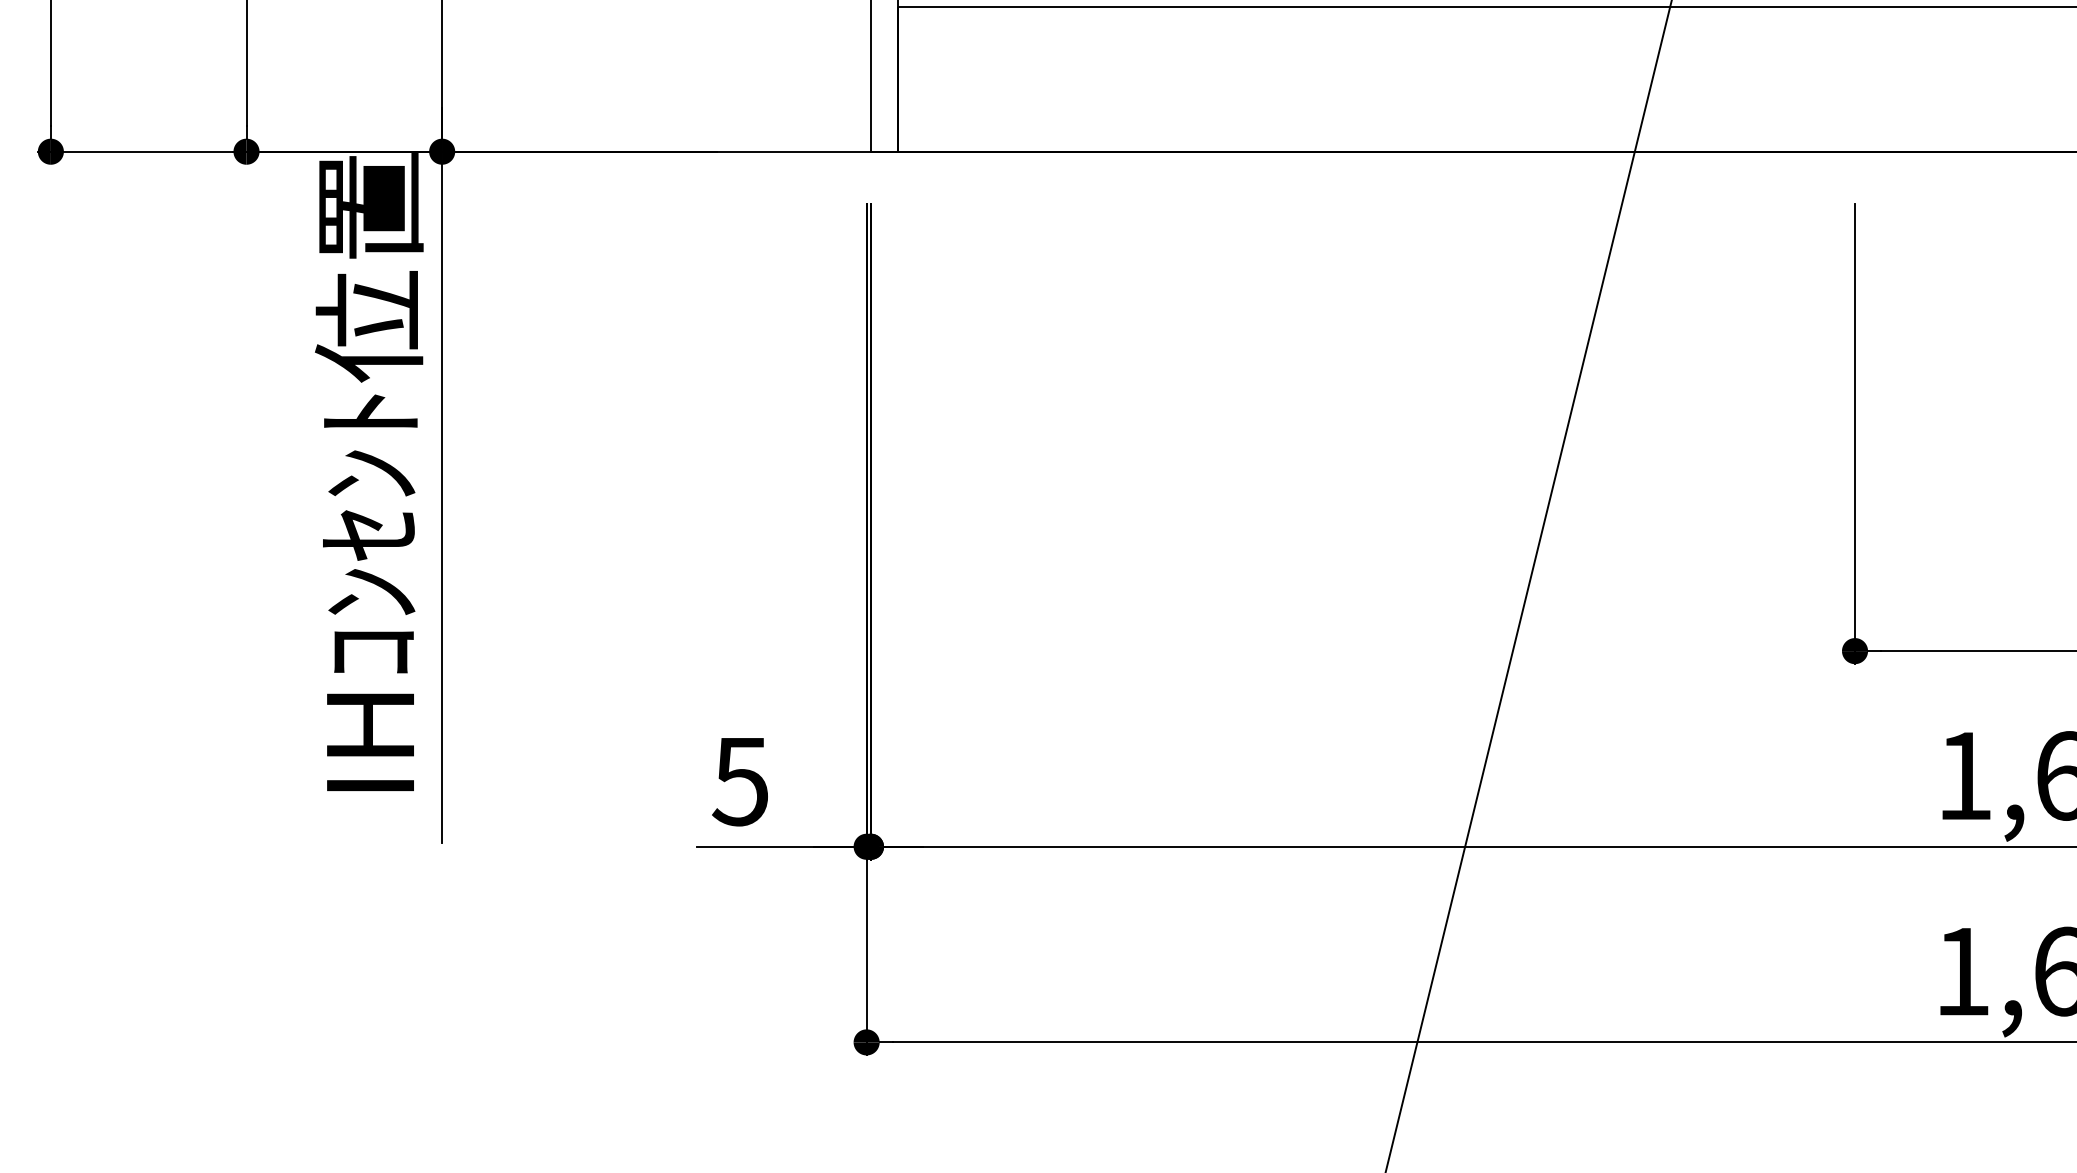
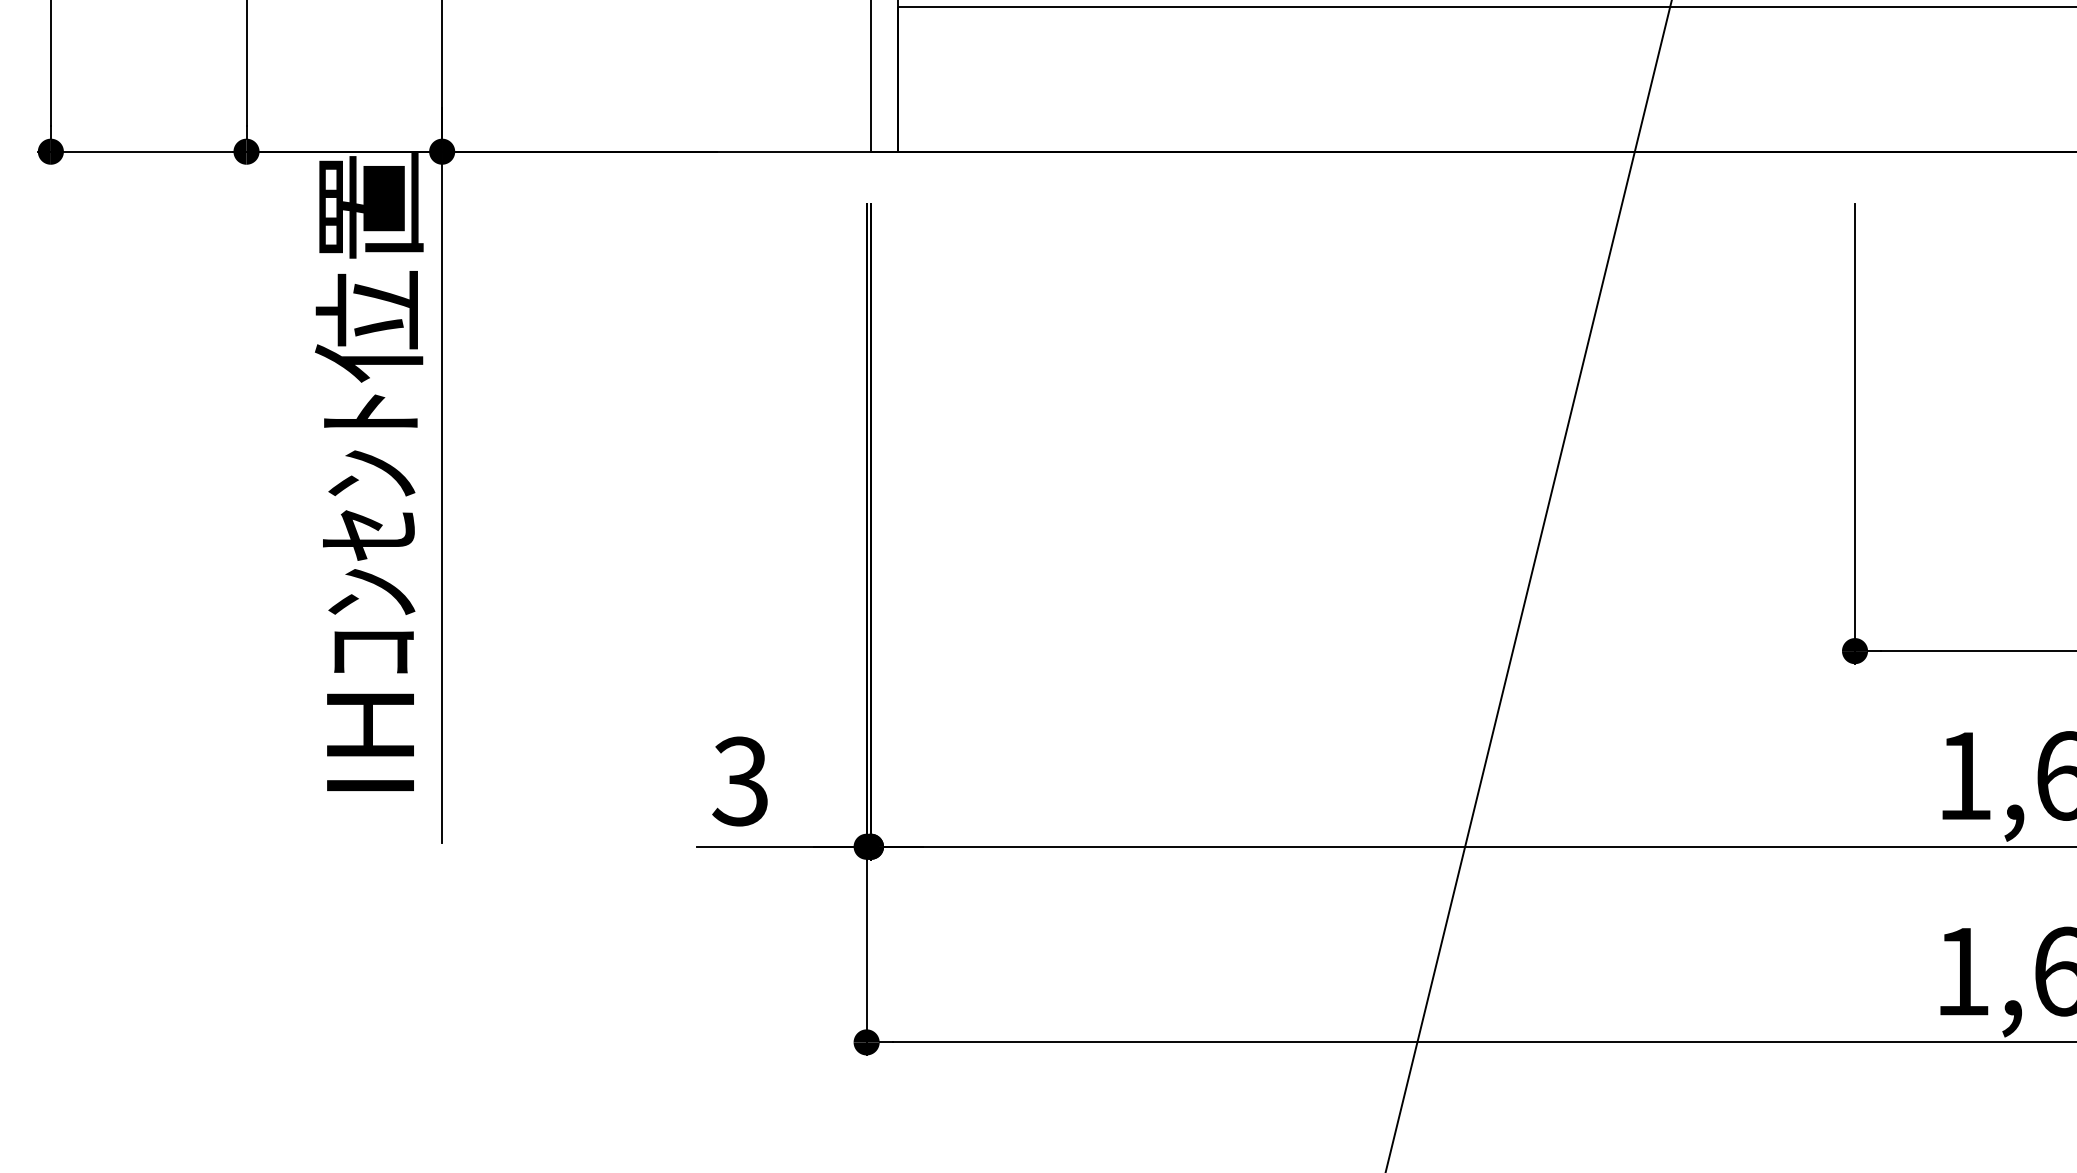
text at (739, 781): 5 -> 3
